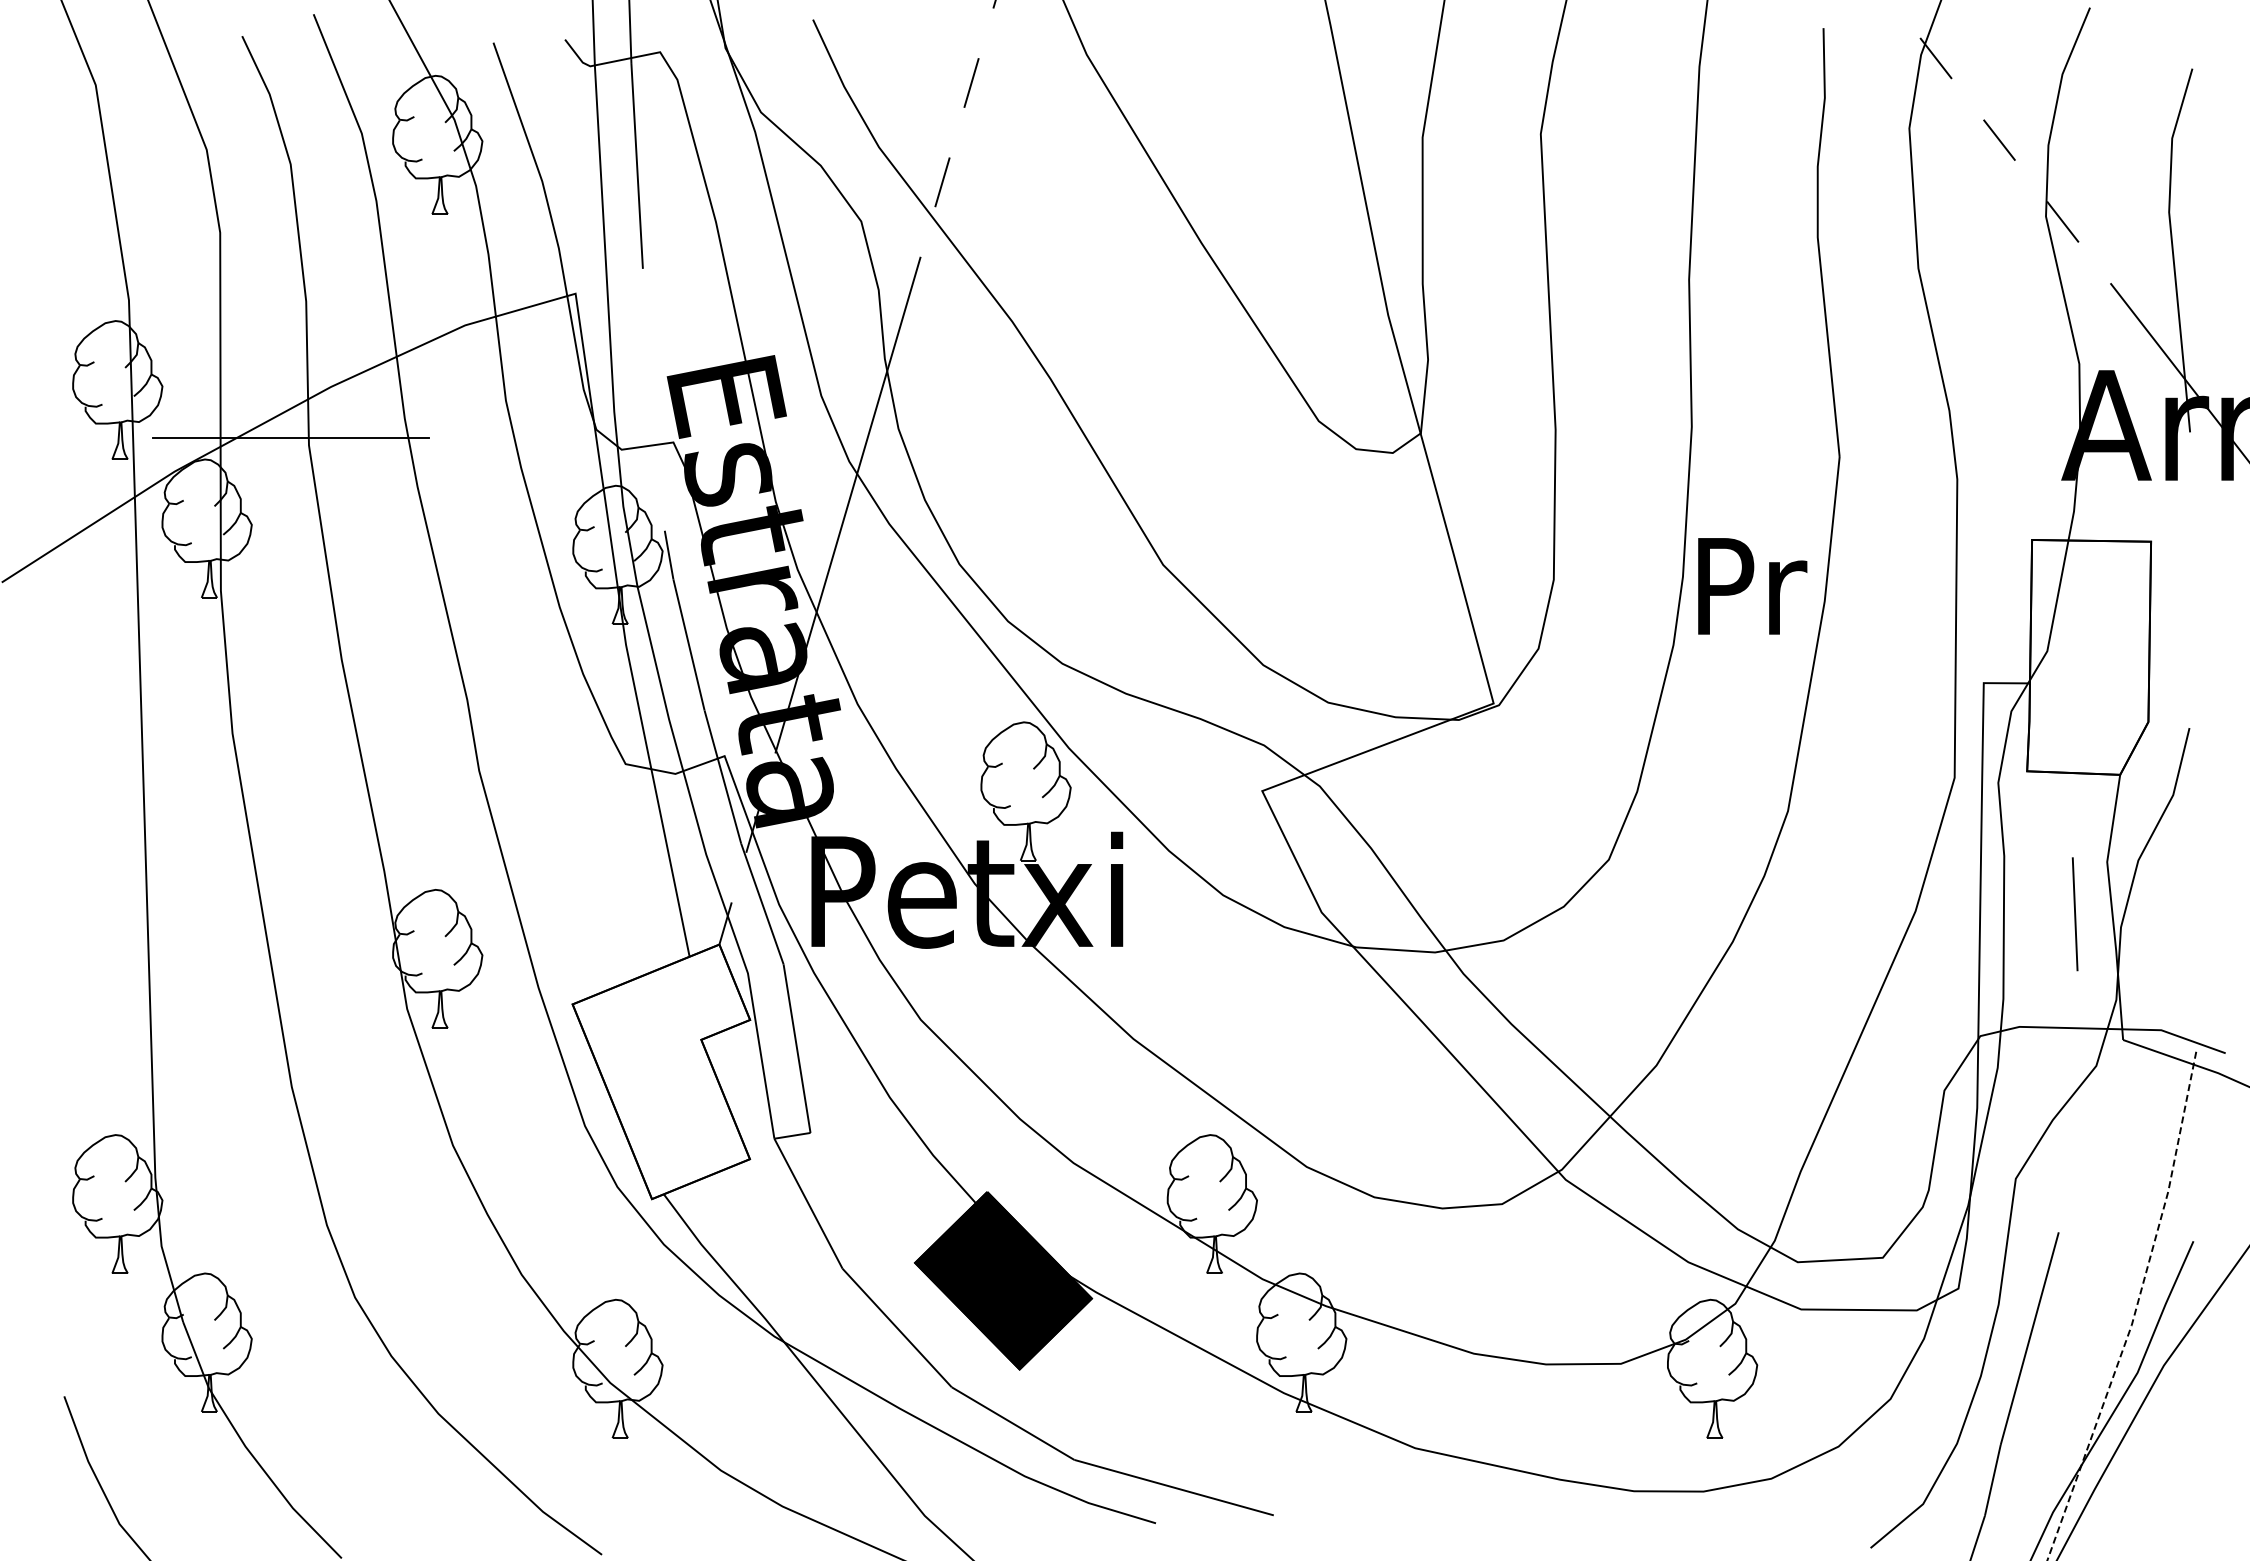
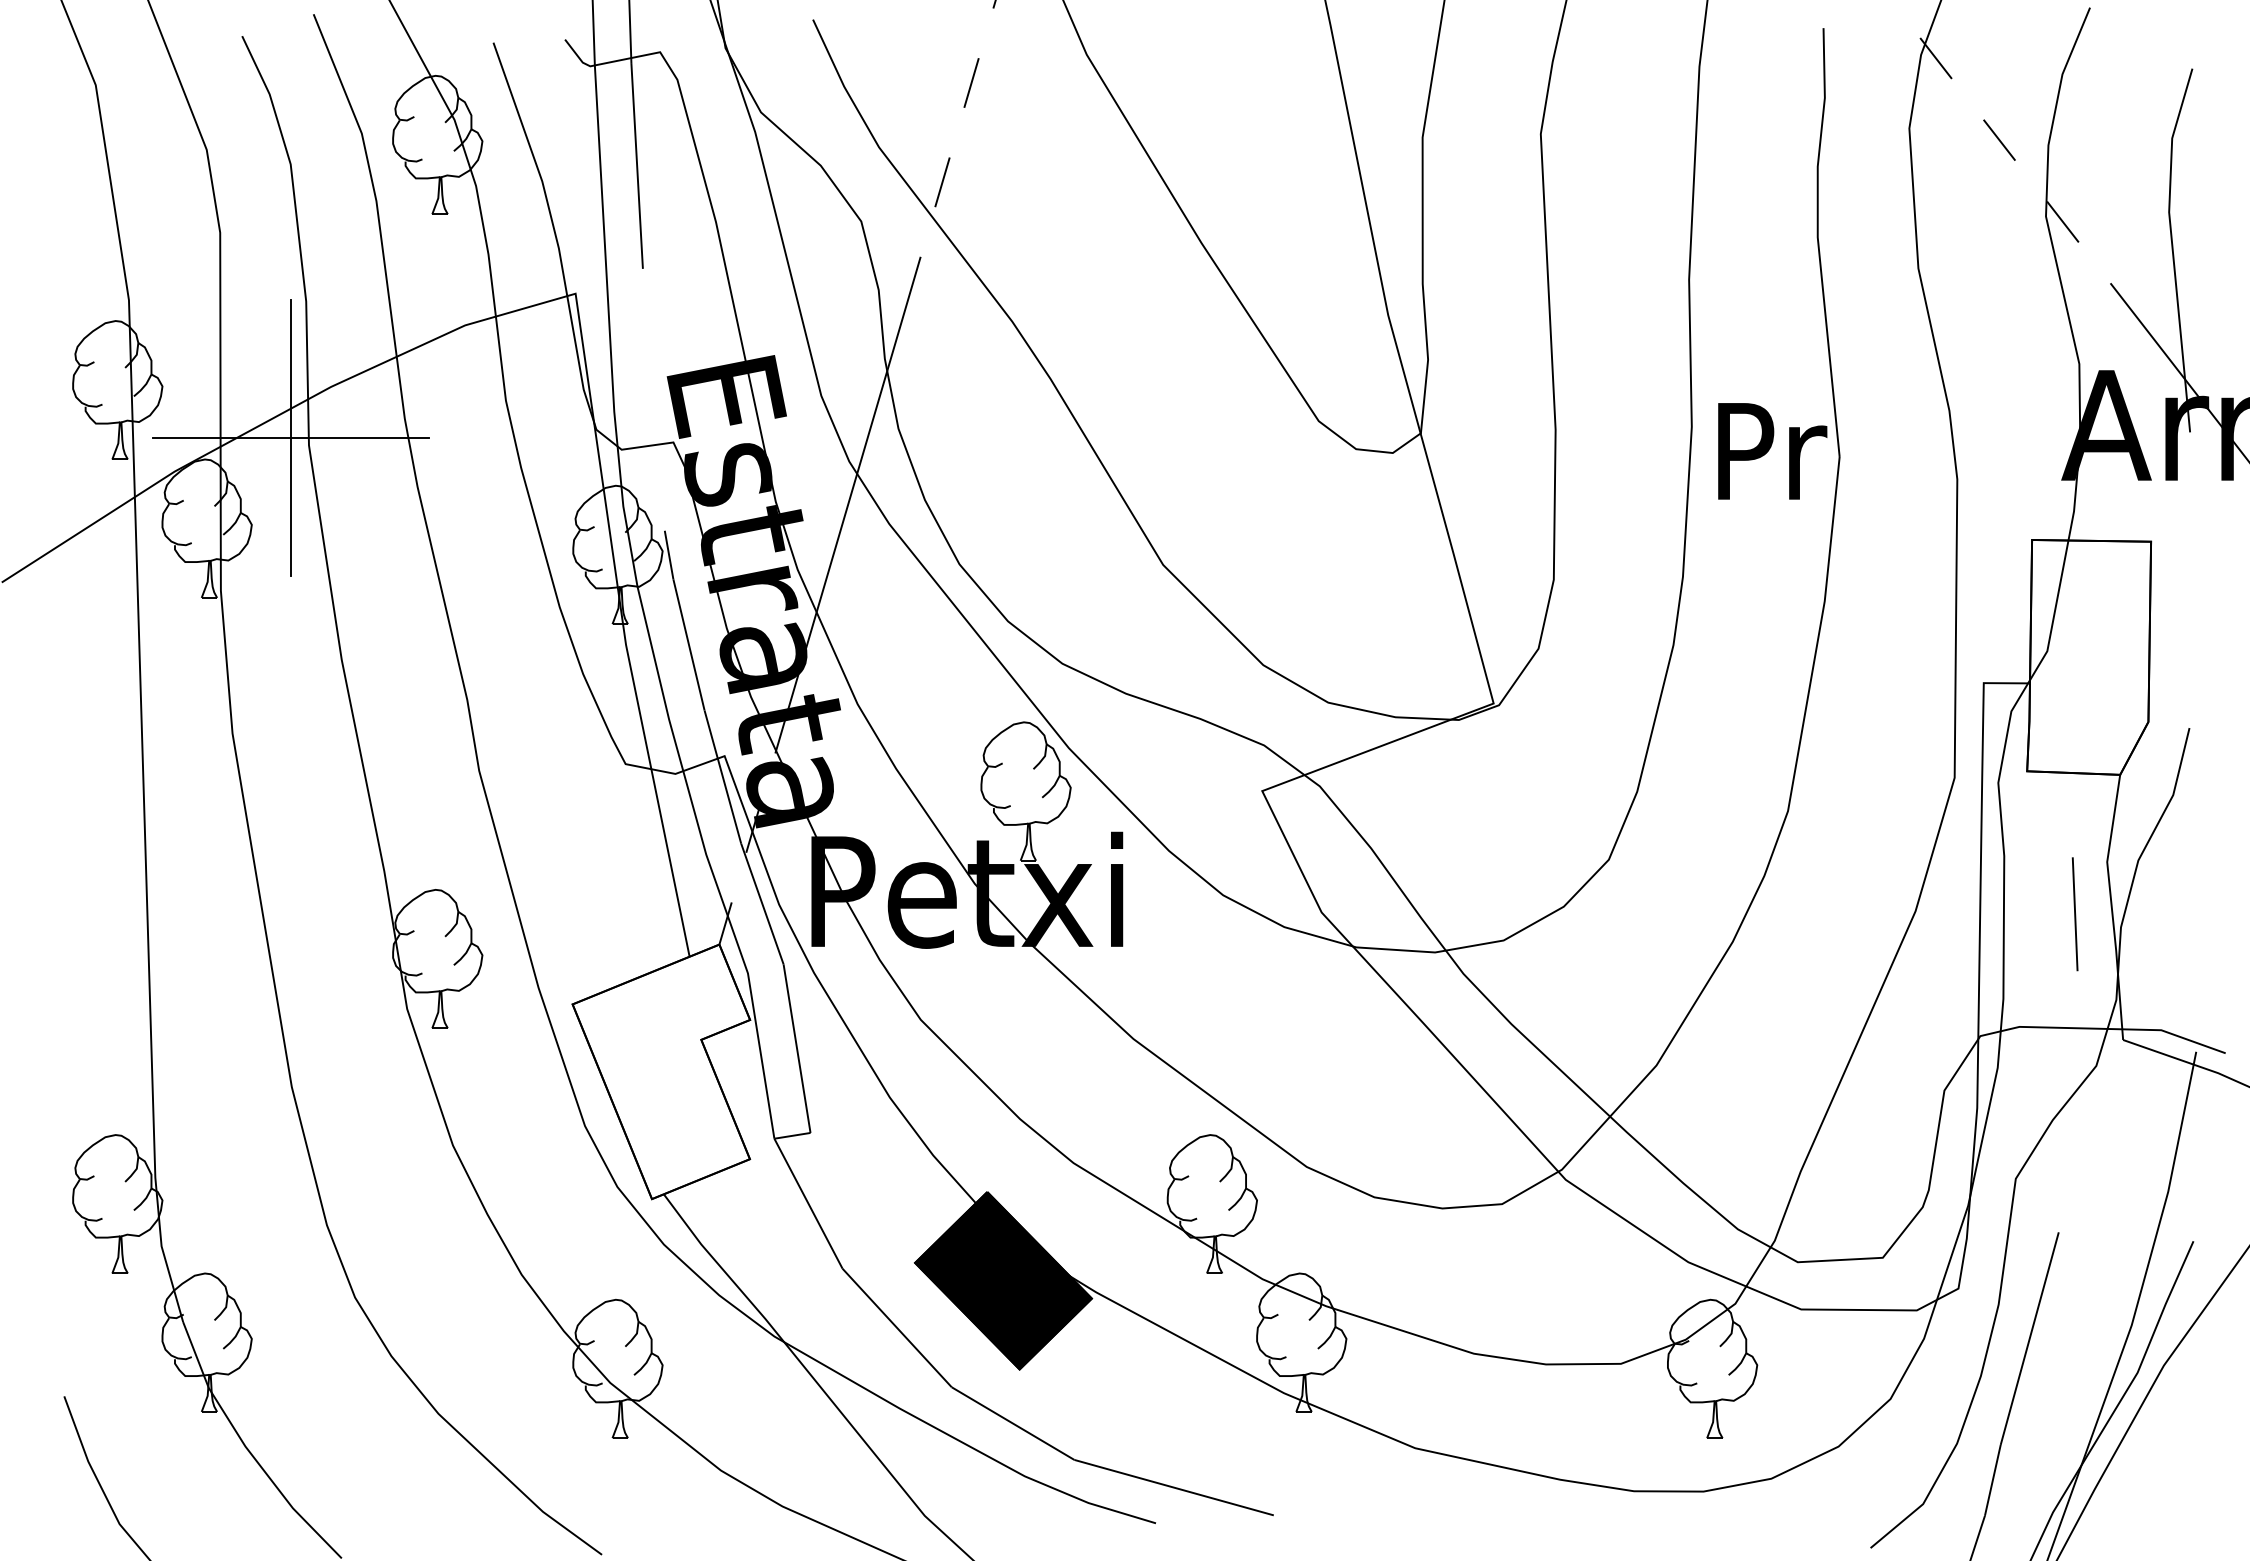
line at (291, 438): none -> present
text at (1752, 586) position: (1752, 586) -> (1772, 451)
line at (2135, 1310): dashed -> solid
